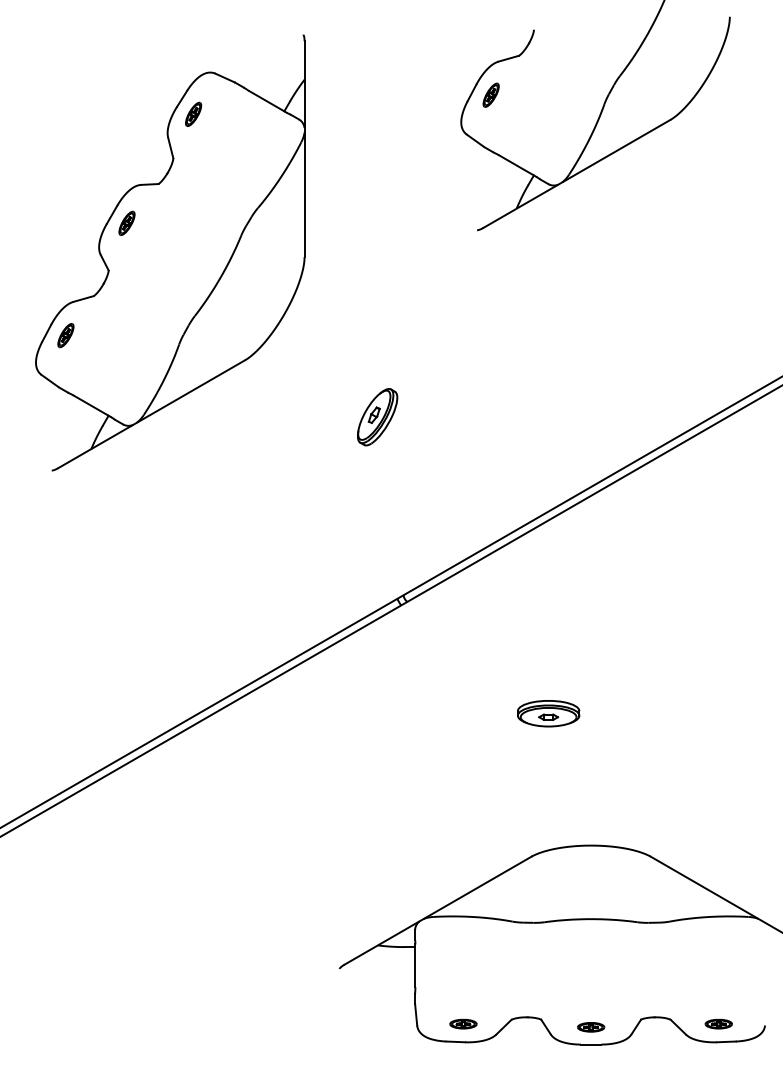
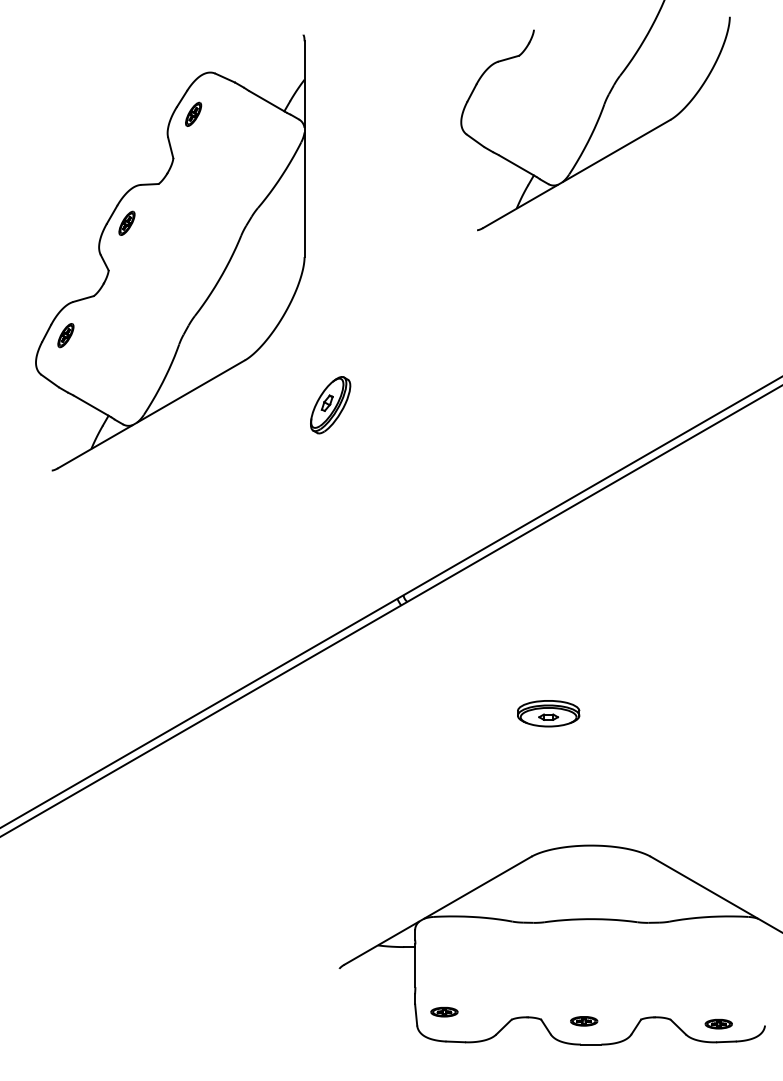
part at (490, 94): present -> none
part at (377, 417) position: (377, 417) -> (330, 405)
part at (463, 1023) position: (463, 1023) -> (444, 1011)
part at (591, 1027) position: (591, 1027) -> (584, 1021)
